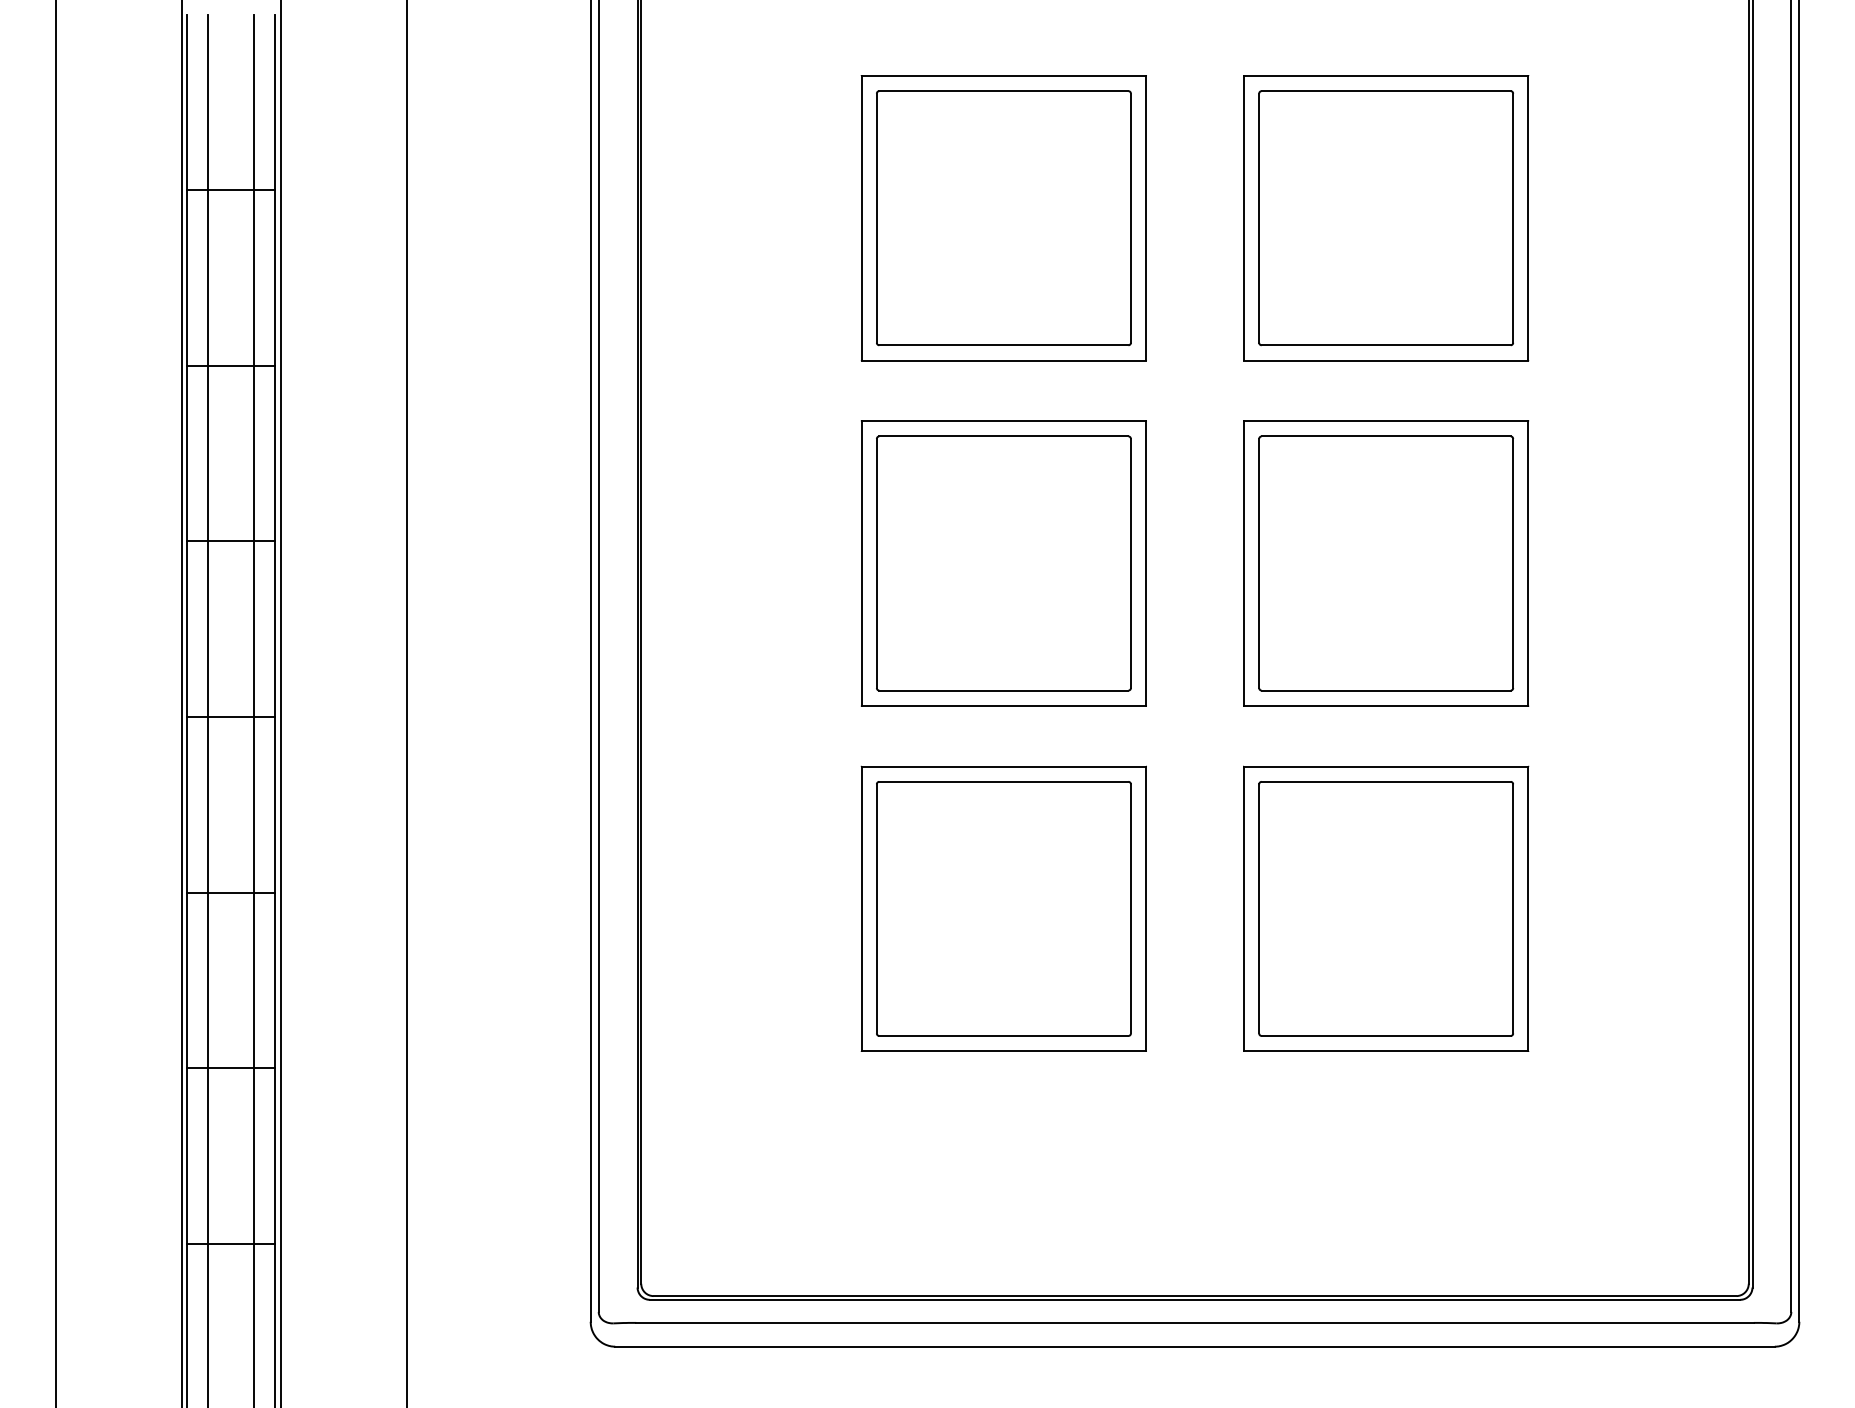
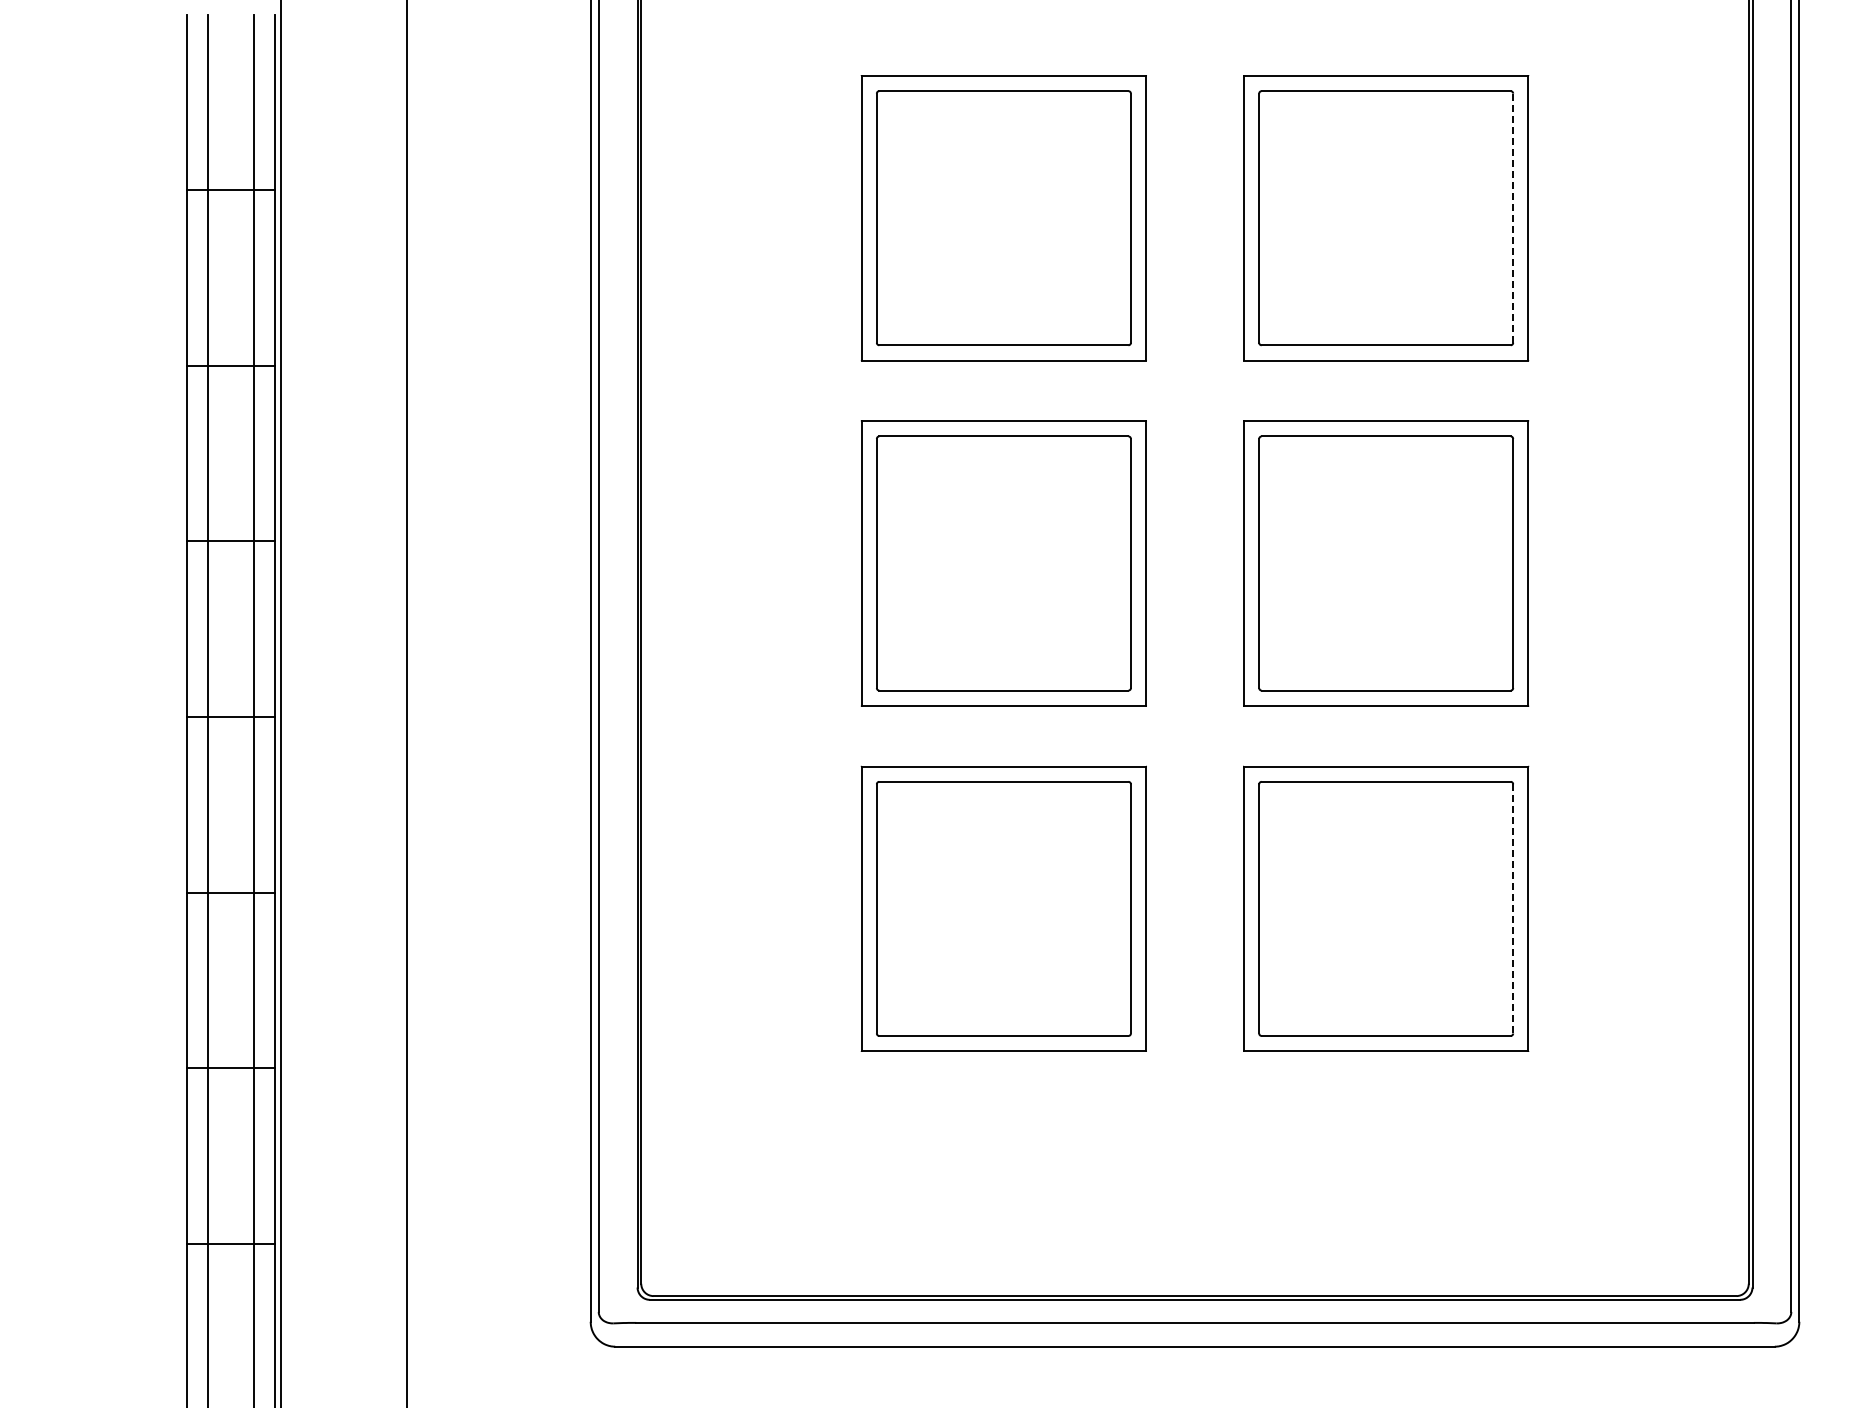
line at (1513, 218): solid -> dashed
line at (55, 703): present -> none
line at (181, 703): present -> none
line at (1513, 908): solid -> dashed
